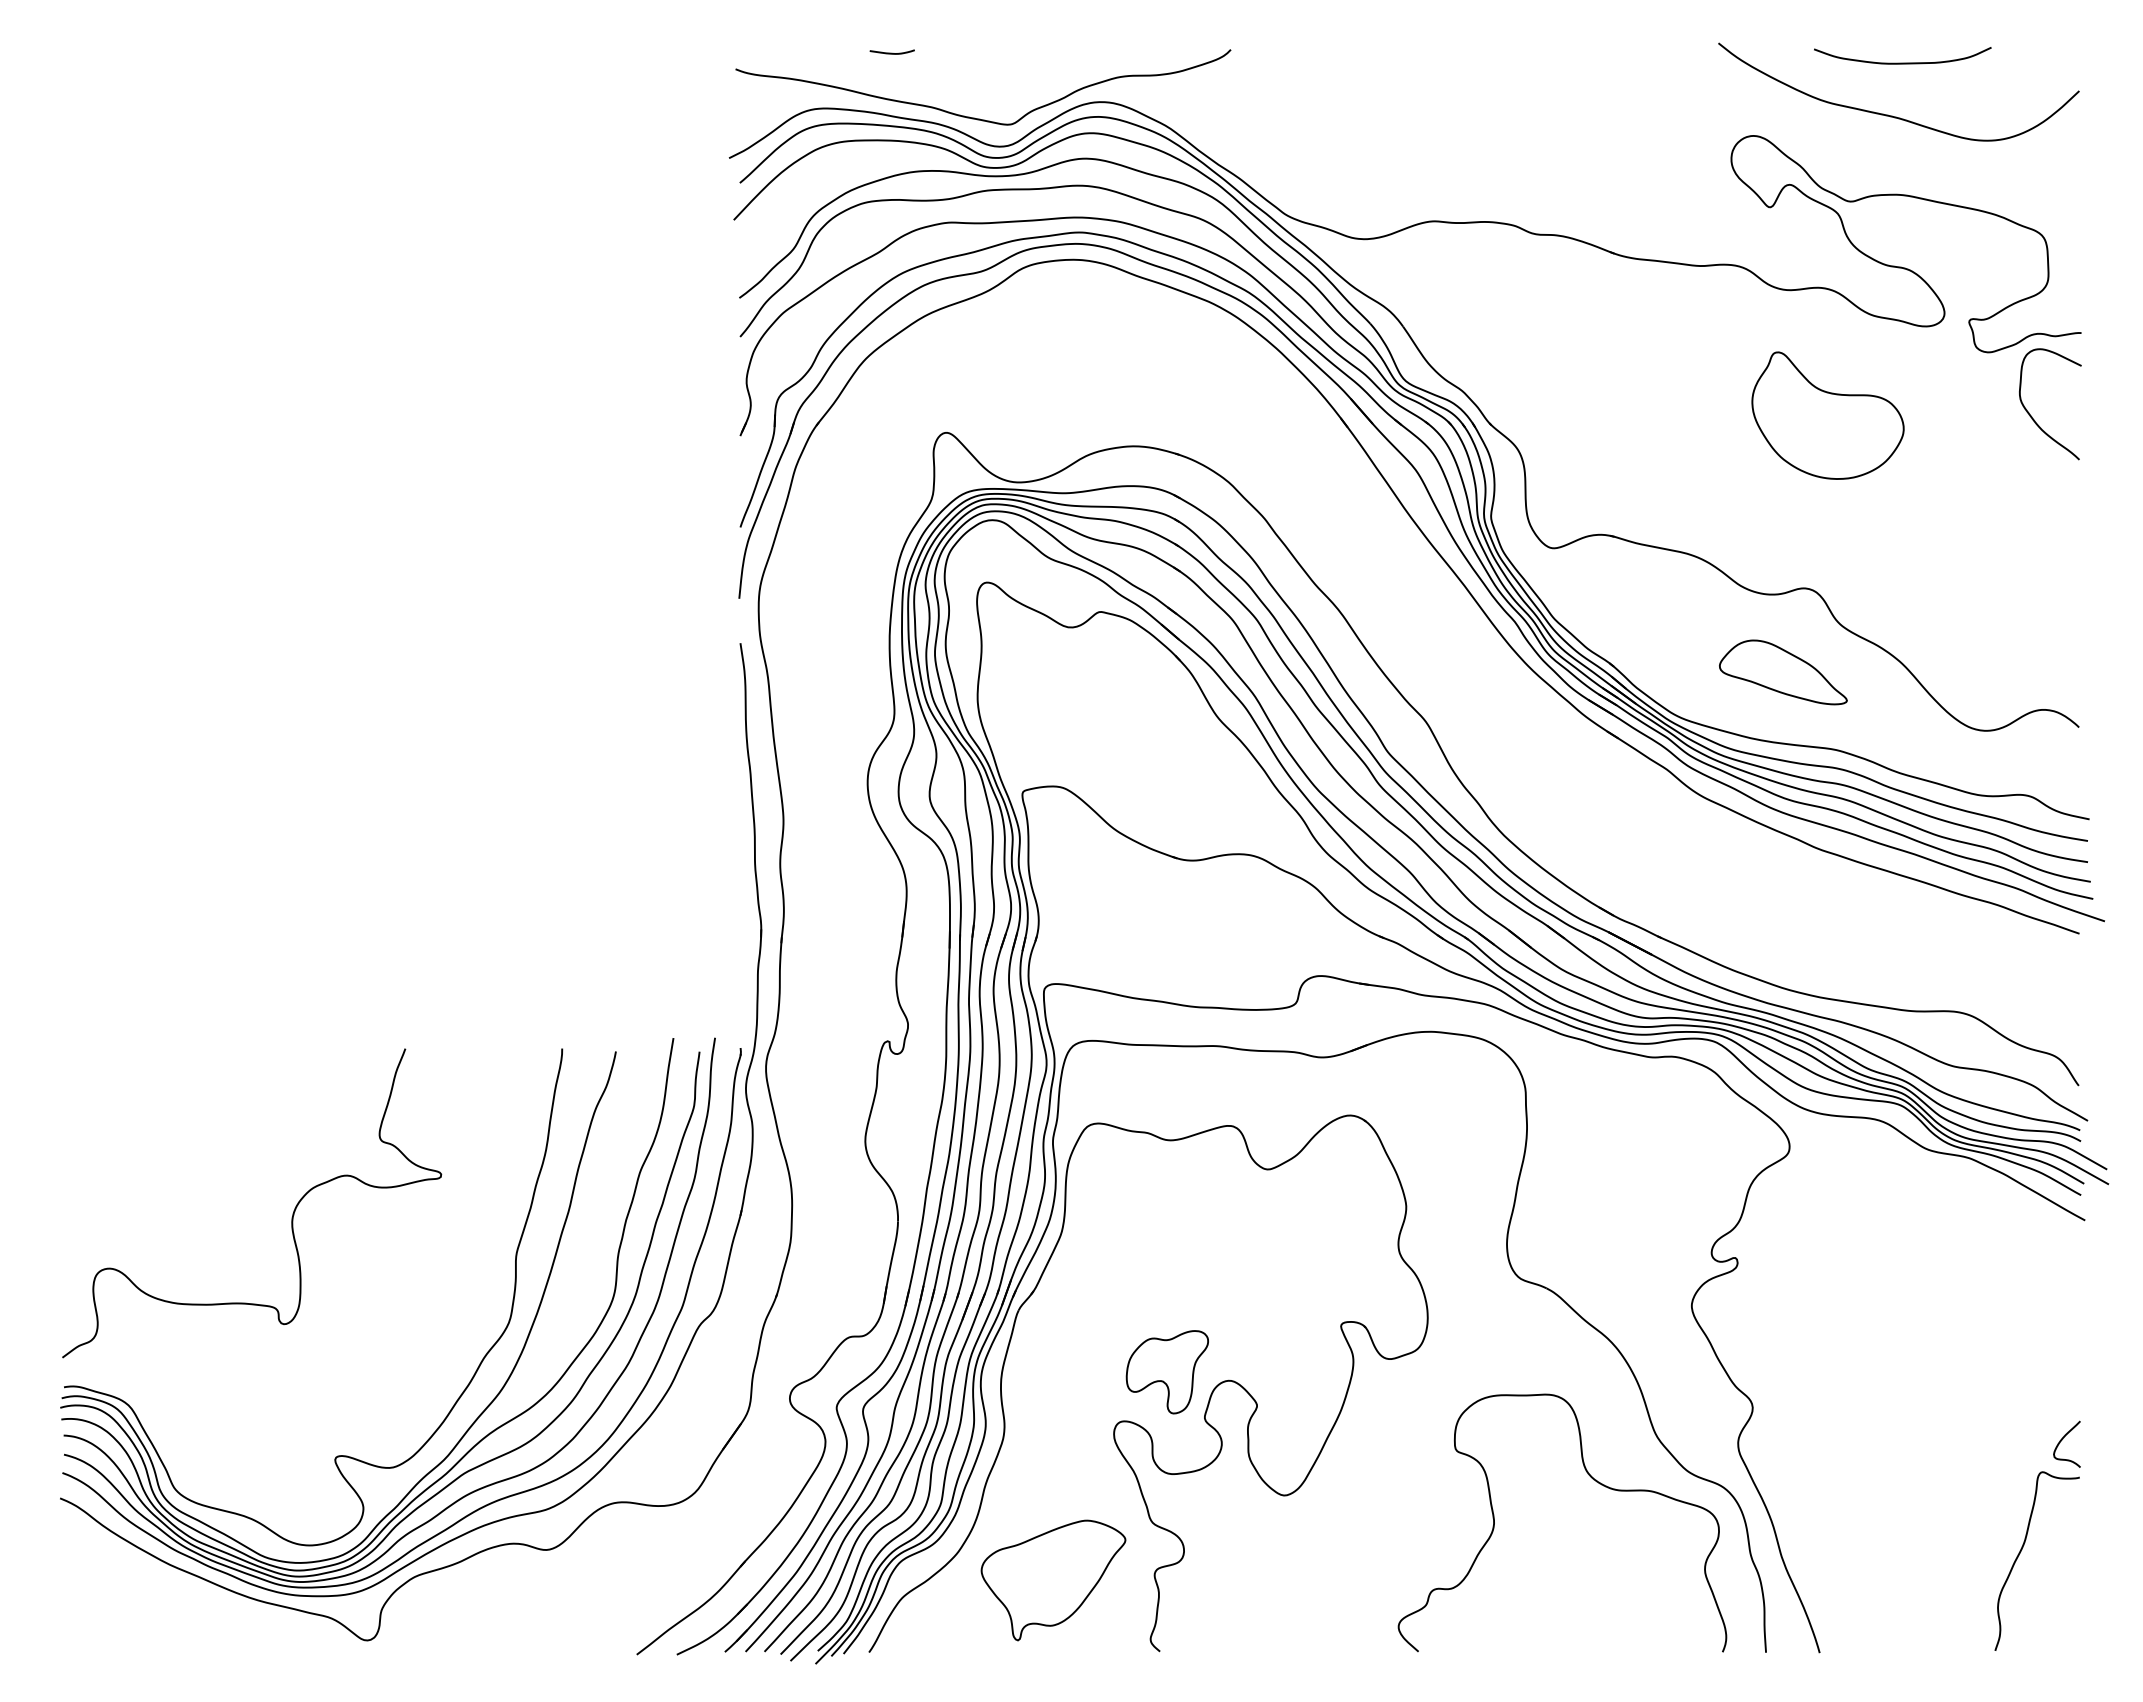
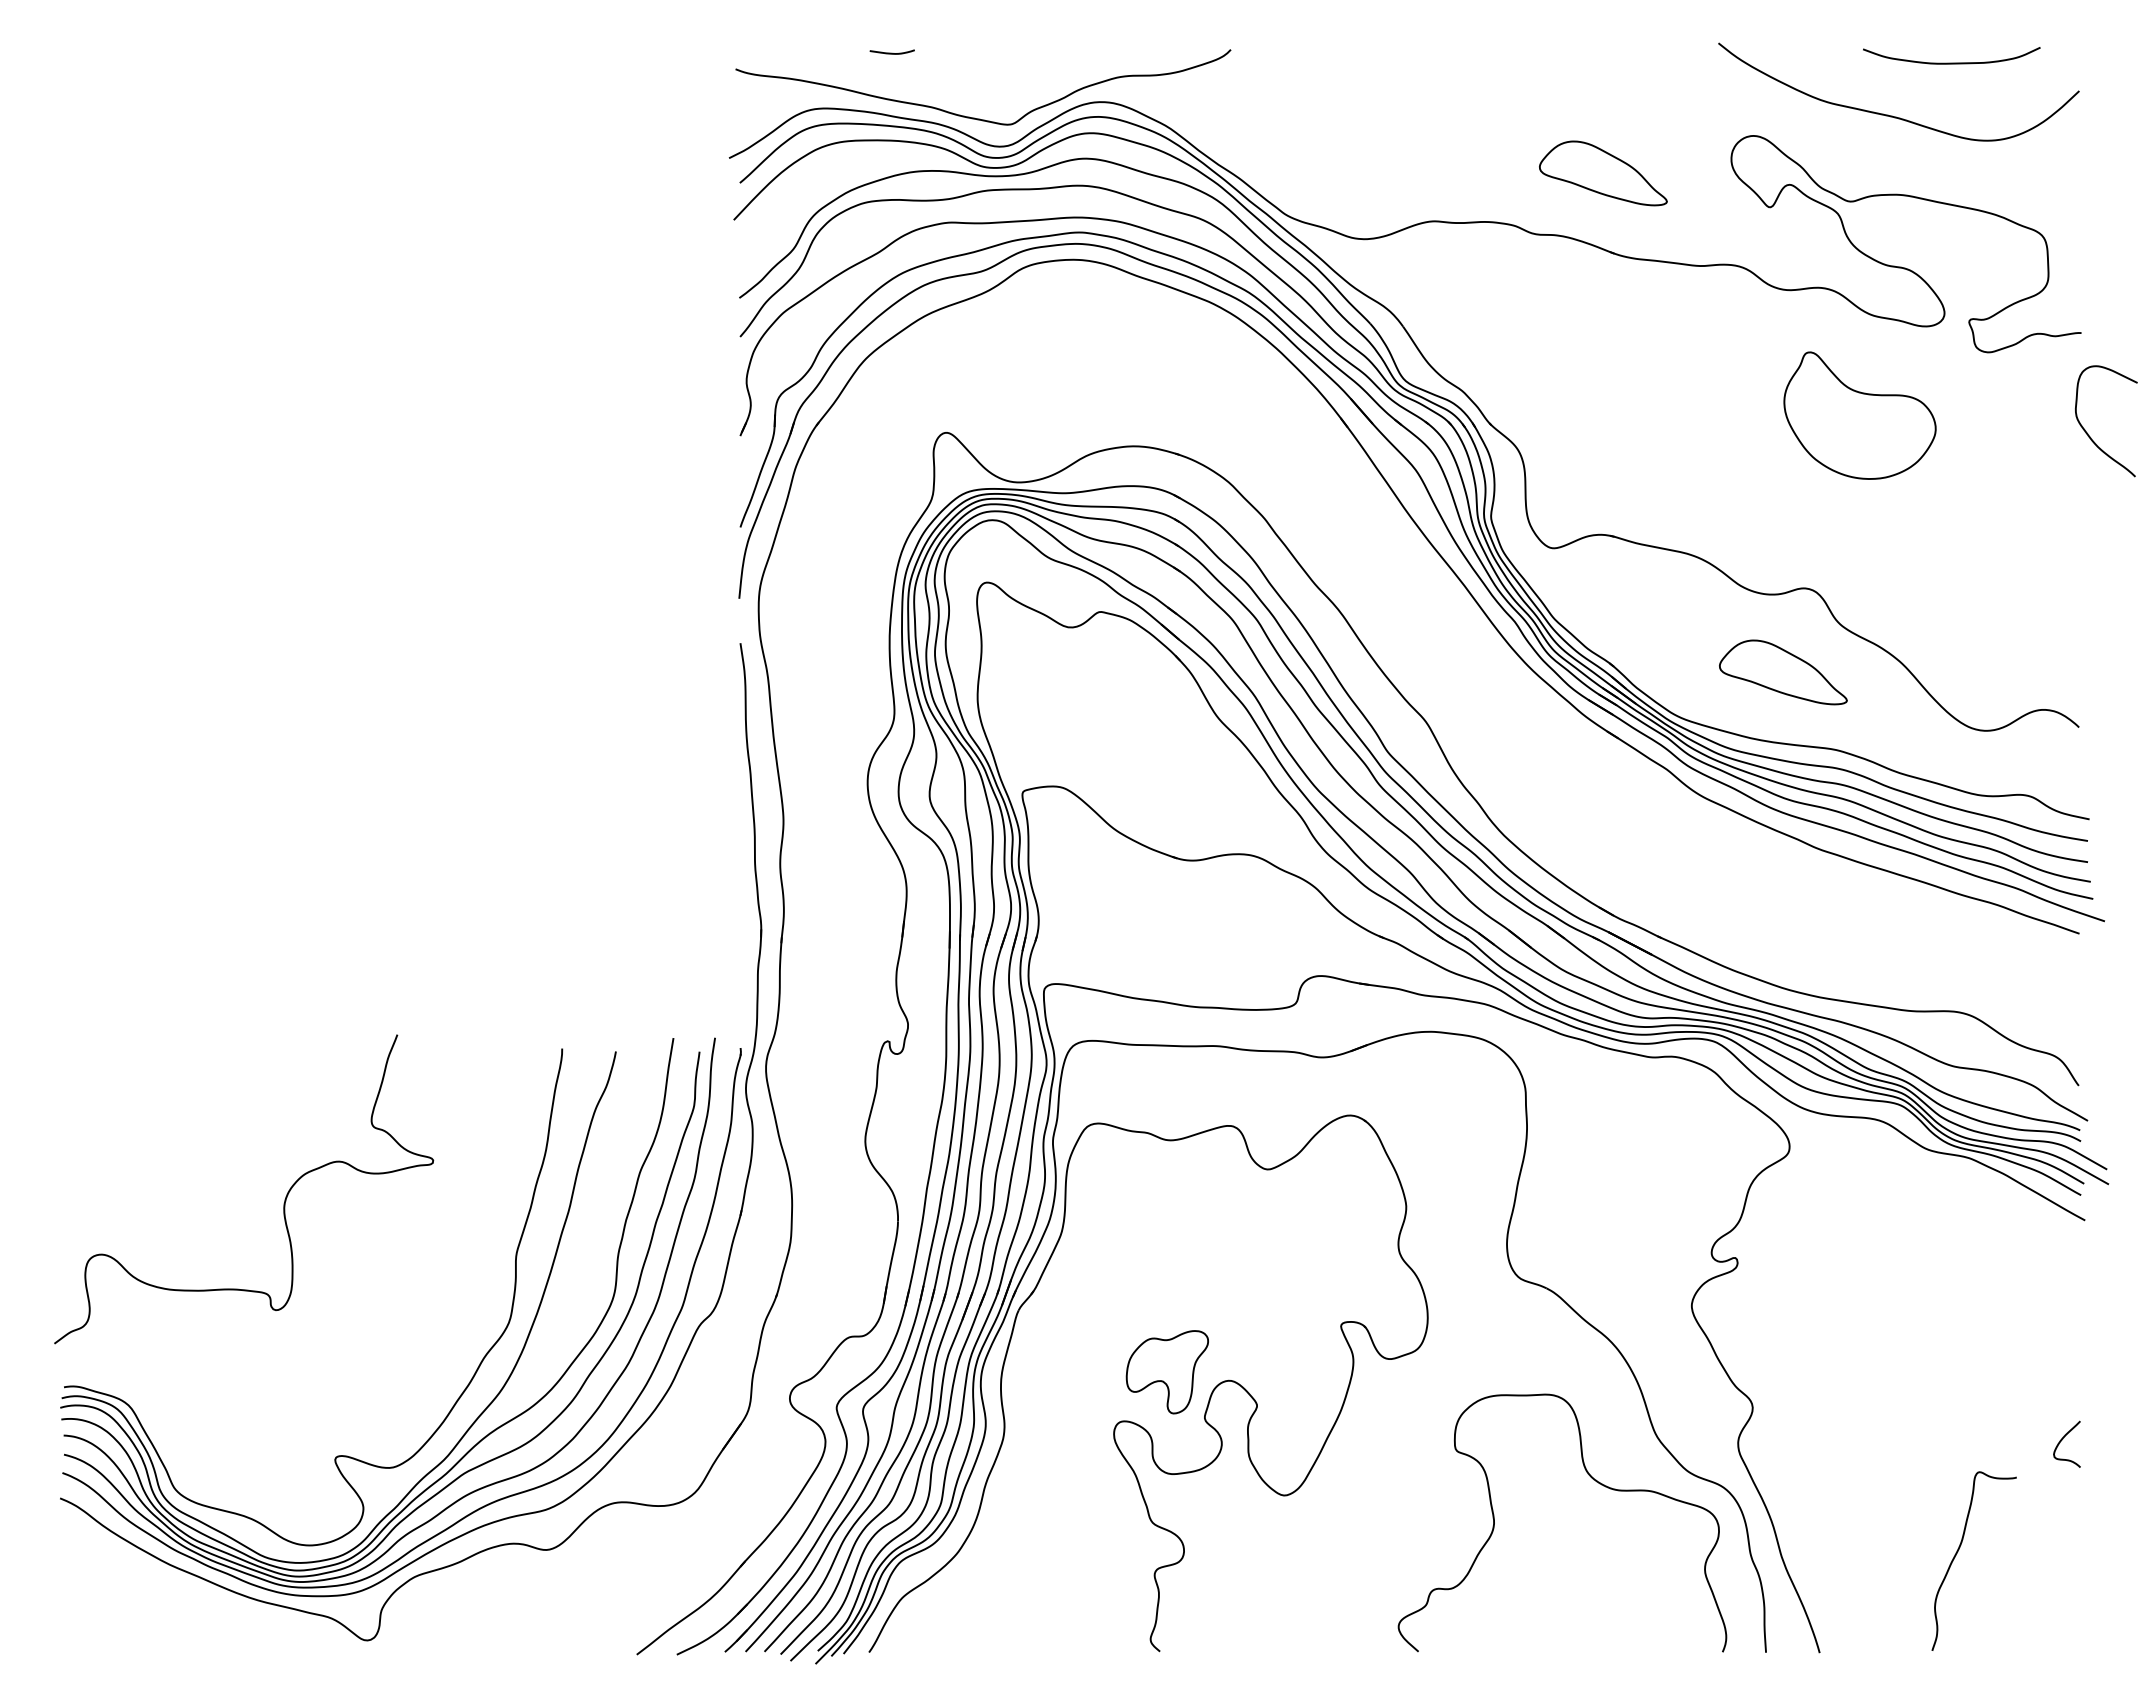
curve at (1902, 62) position: (1902, 62) -> (1951, 62)
part at (1603, 173): none -> present
part at (1827, 415) position: (1827, 415) -> (1859, 415)
curve at (2032, 416) position: (2032, 416) -> (2088, 433)
curve at (292, 1213) position: (292, 1213) -> (284, 1199)
curve at (2020, 1553) position: (2020, 1553) -> (1957, 1553)
part at (1053, 1580): present -> none
